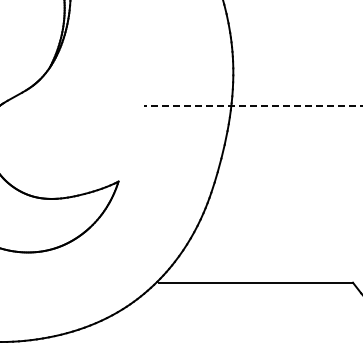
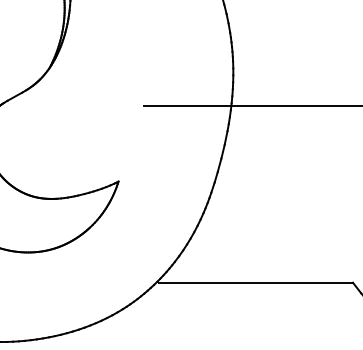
line at (252, 106): dashed -> solid
